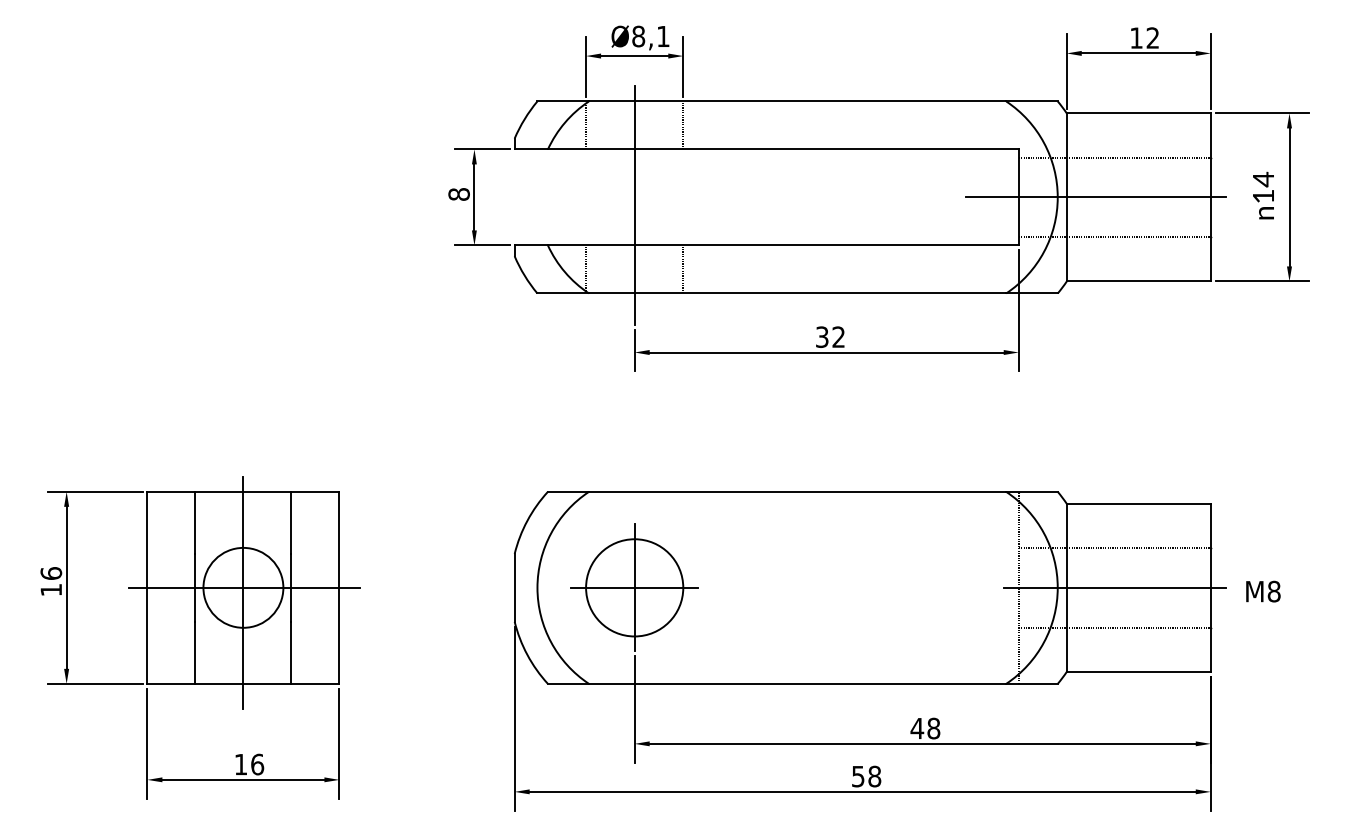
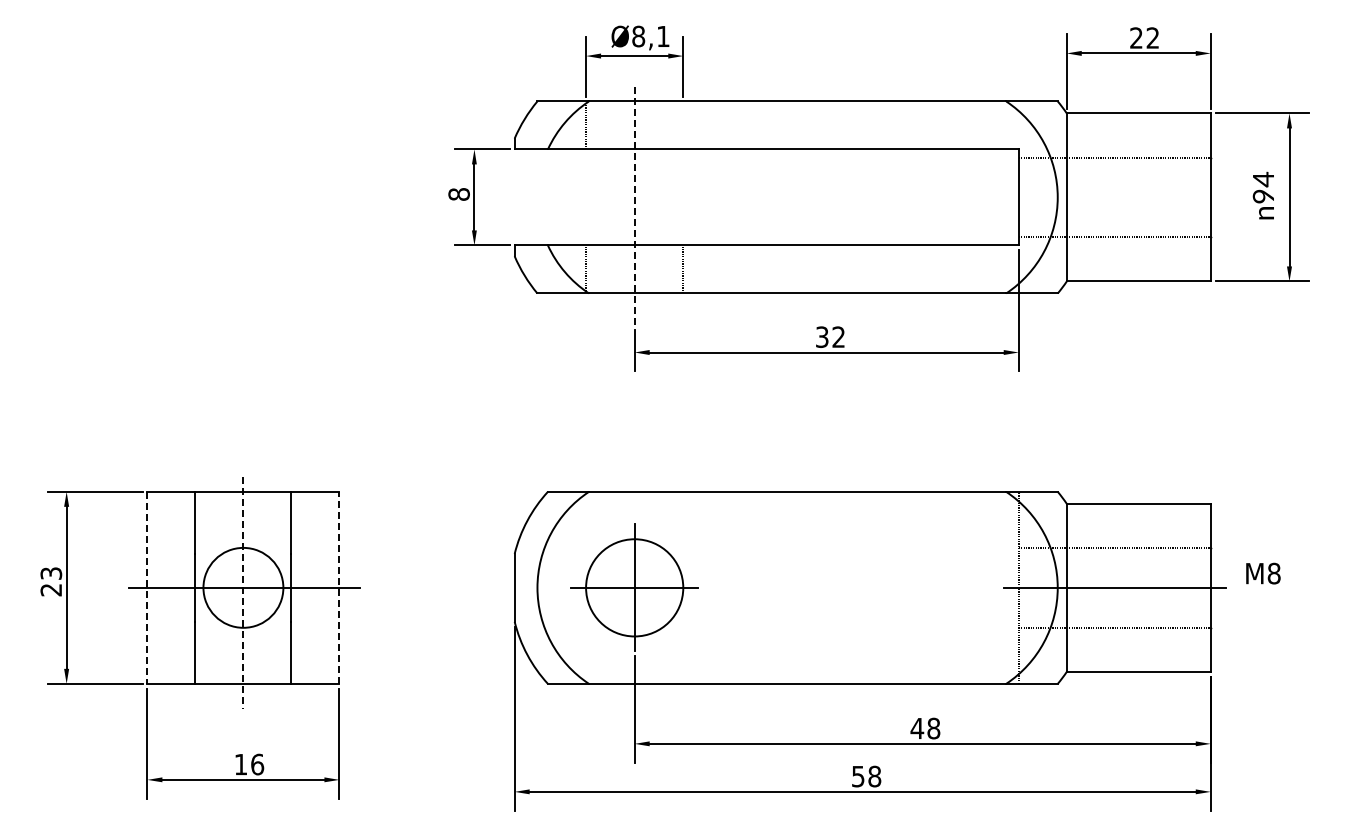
text at (1136, 37): 12 -> 22
line at (683, 125): present -> none
text at (1262, 196): 14 -> 94
line at (1095, 197): present -> none
line at (634, 205): solid -> dashed
text at (51, 581): 16 -> 23
line at (339, 587): solid -> dashed
line at (147, 588): solid -> dashed
text at (1263, 591) position: (1263, 591) -> (1263, 573)
line at (243, 593): solid -> dashed
